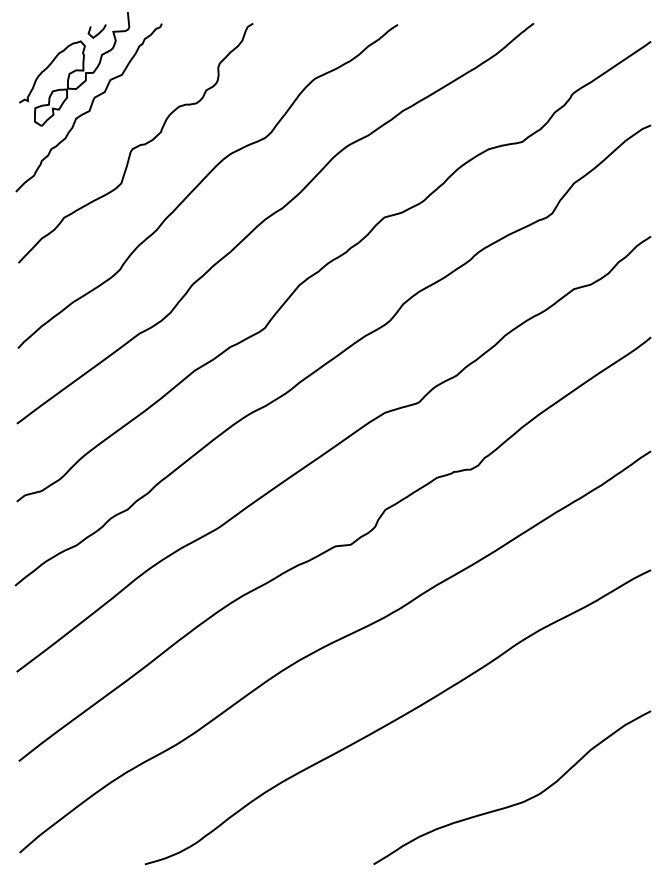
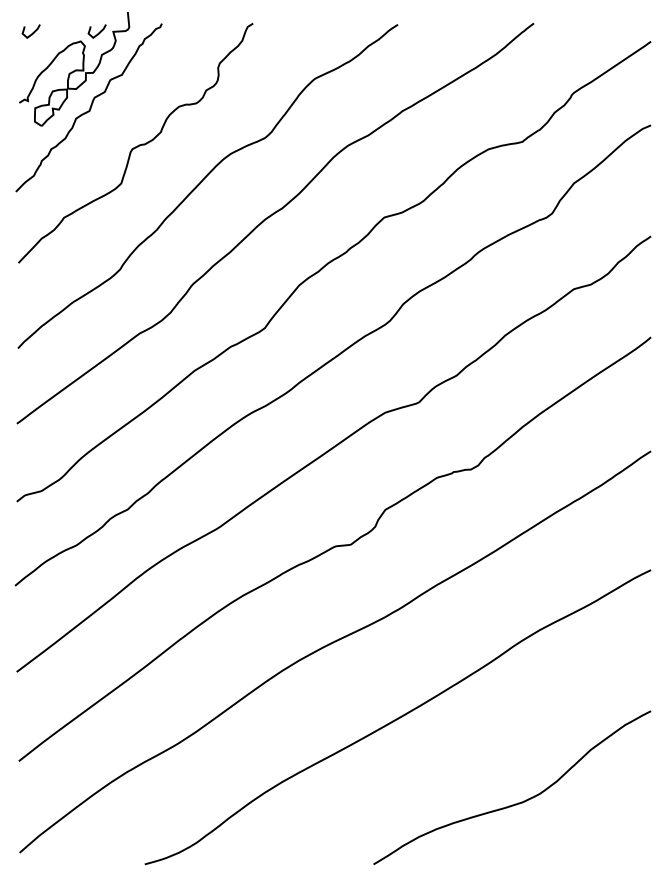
curve at (32, 32): none -> present
